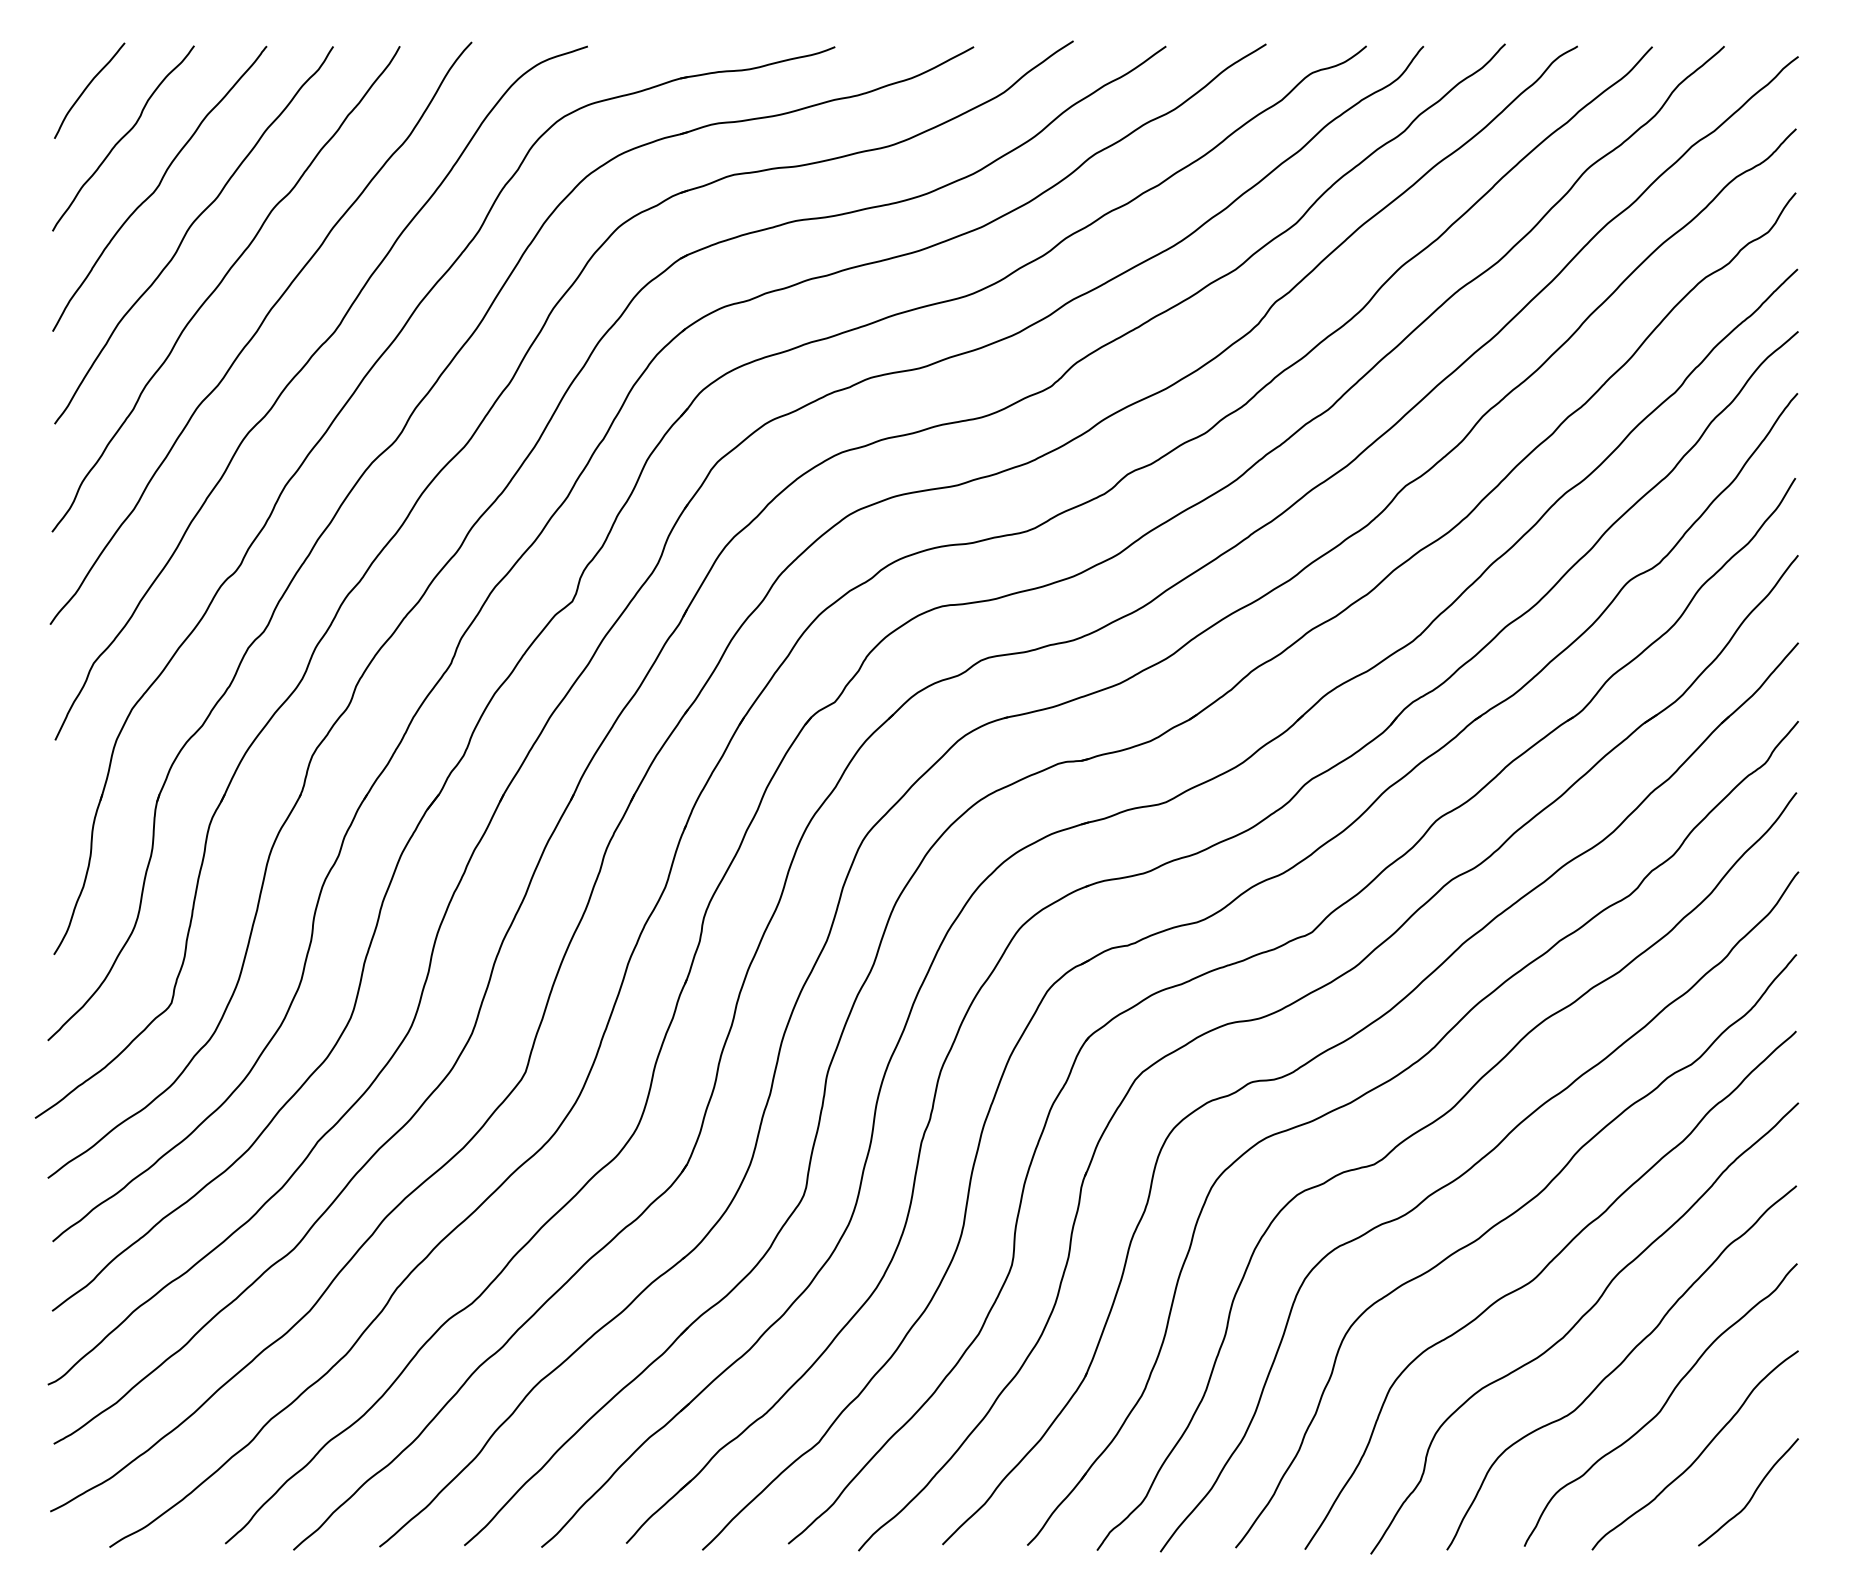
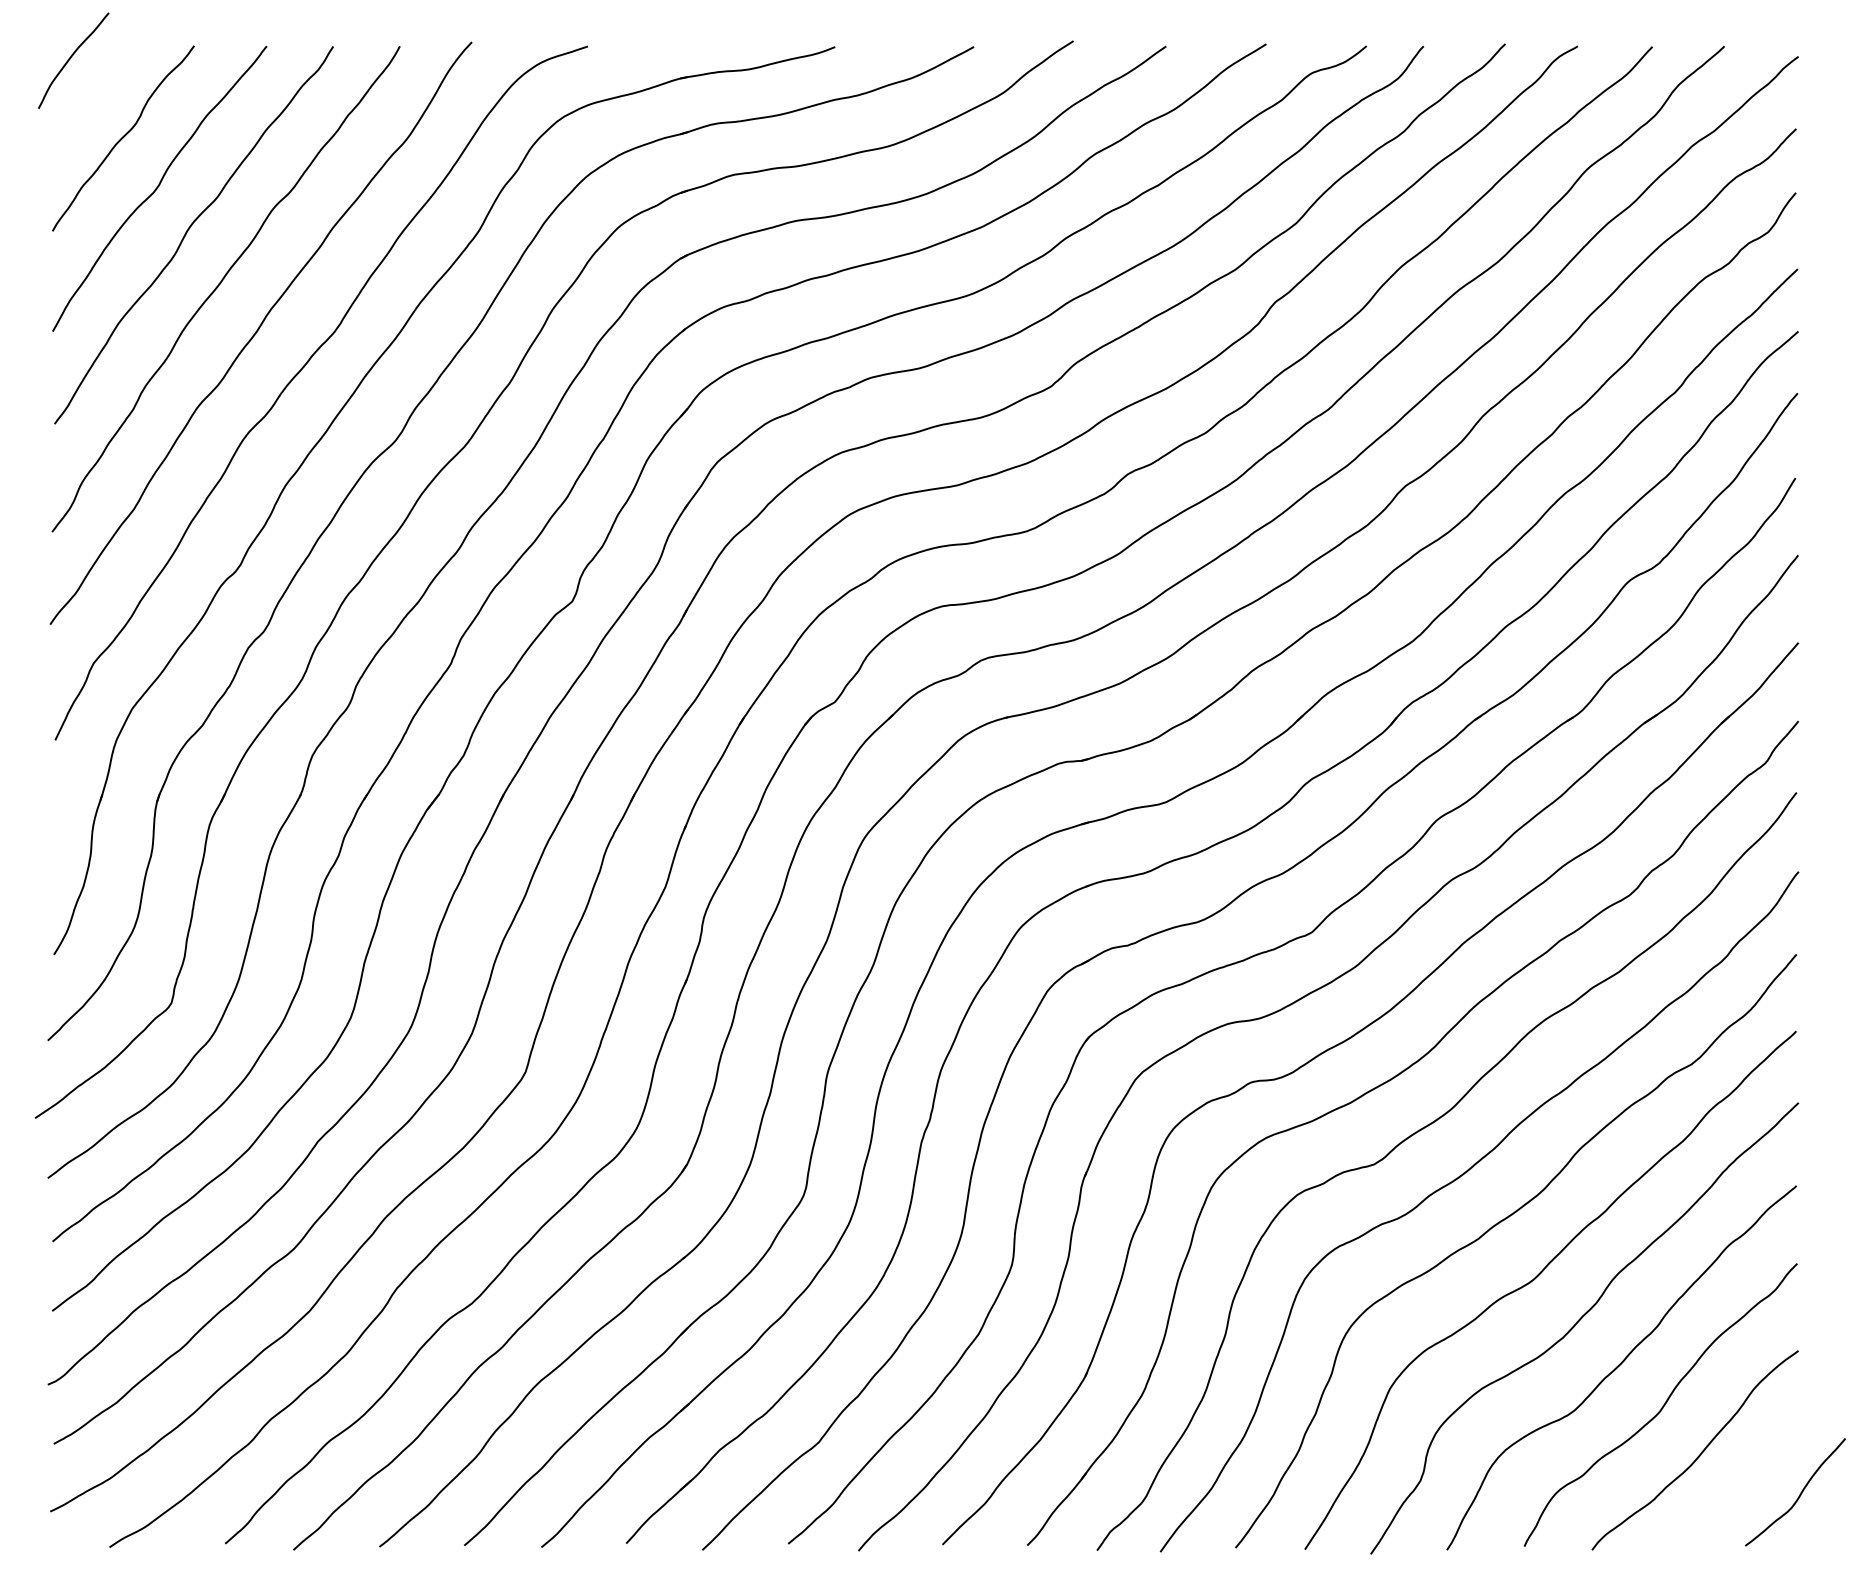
curve at (87, 88) position: (87, 88) -> (71, 58)
curve at (1752, 1494) position: (1752, 1494) -> (1799, 1494)
